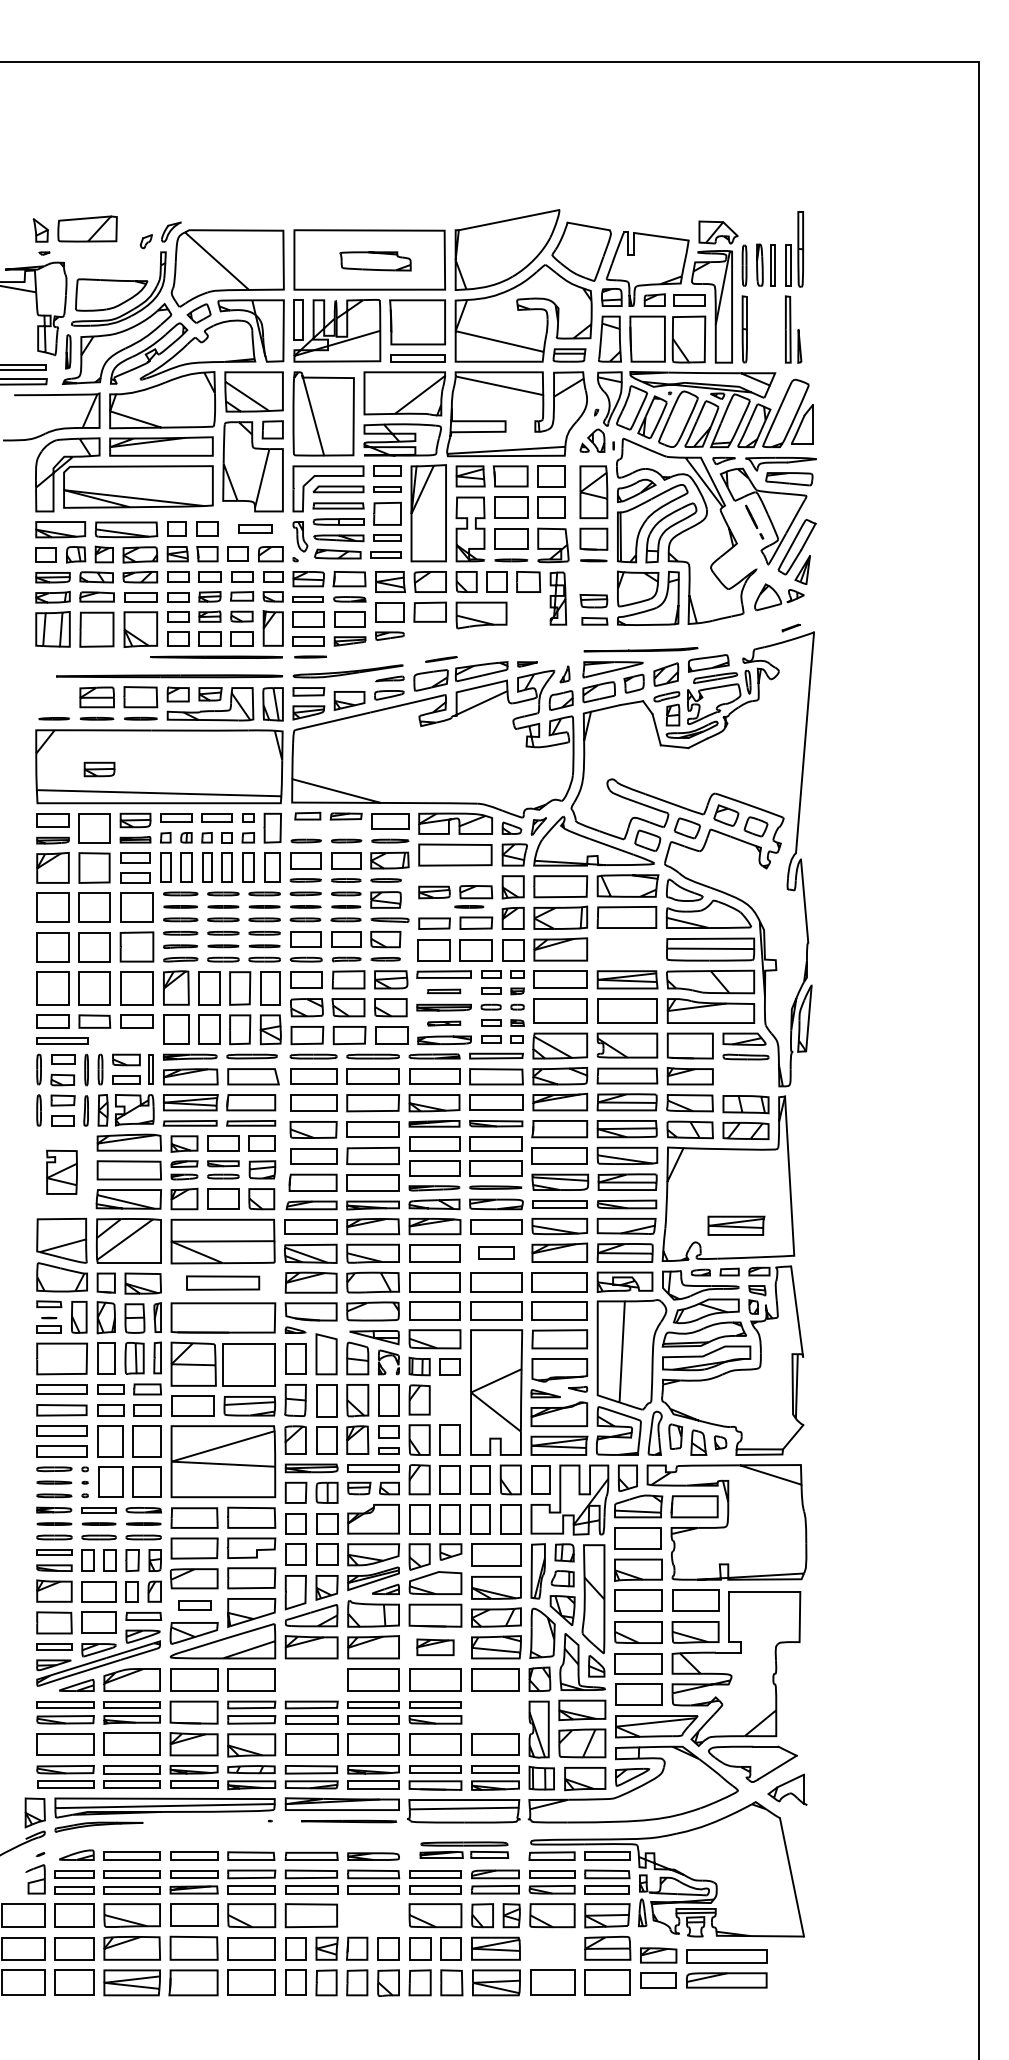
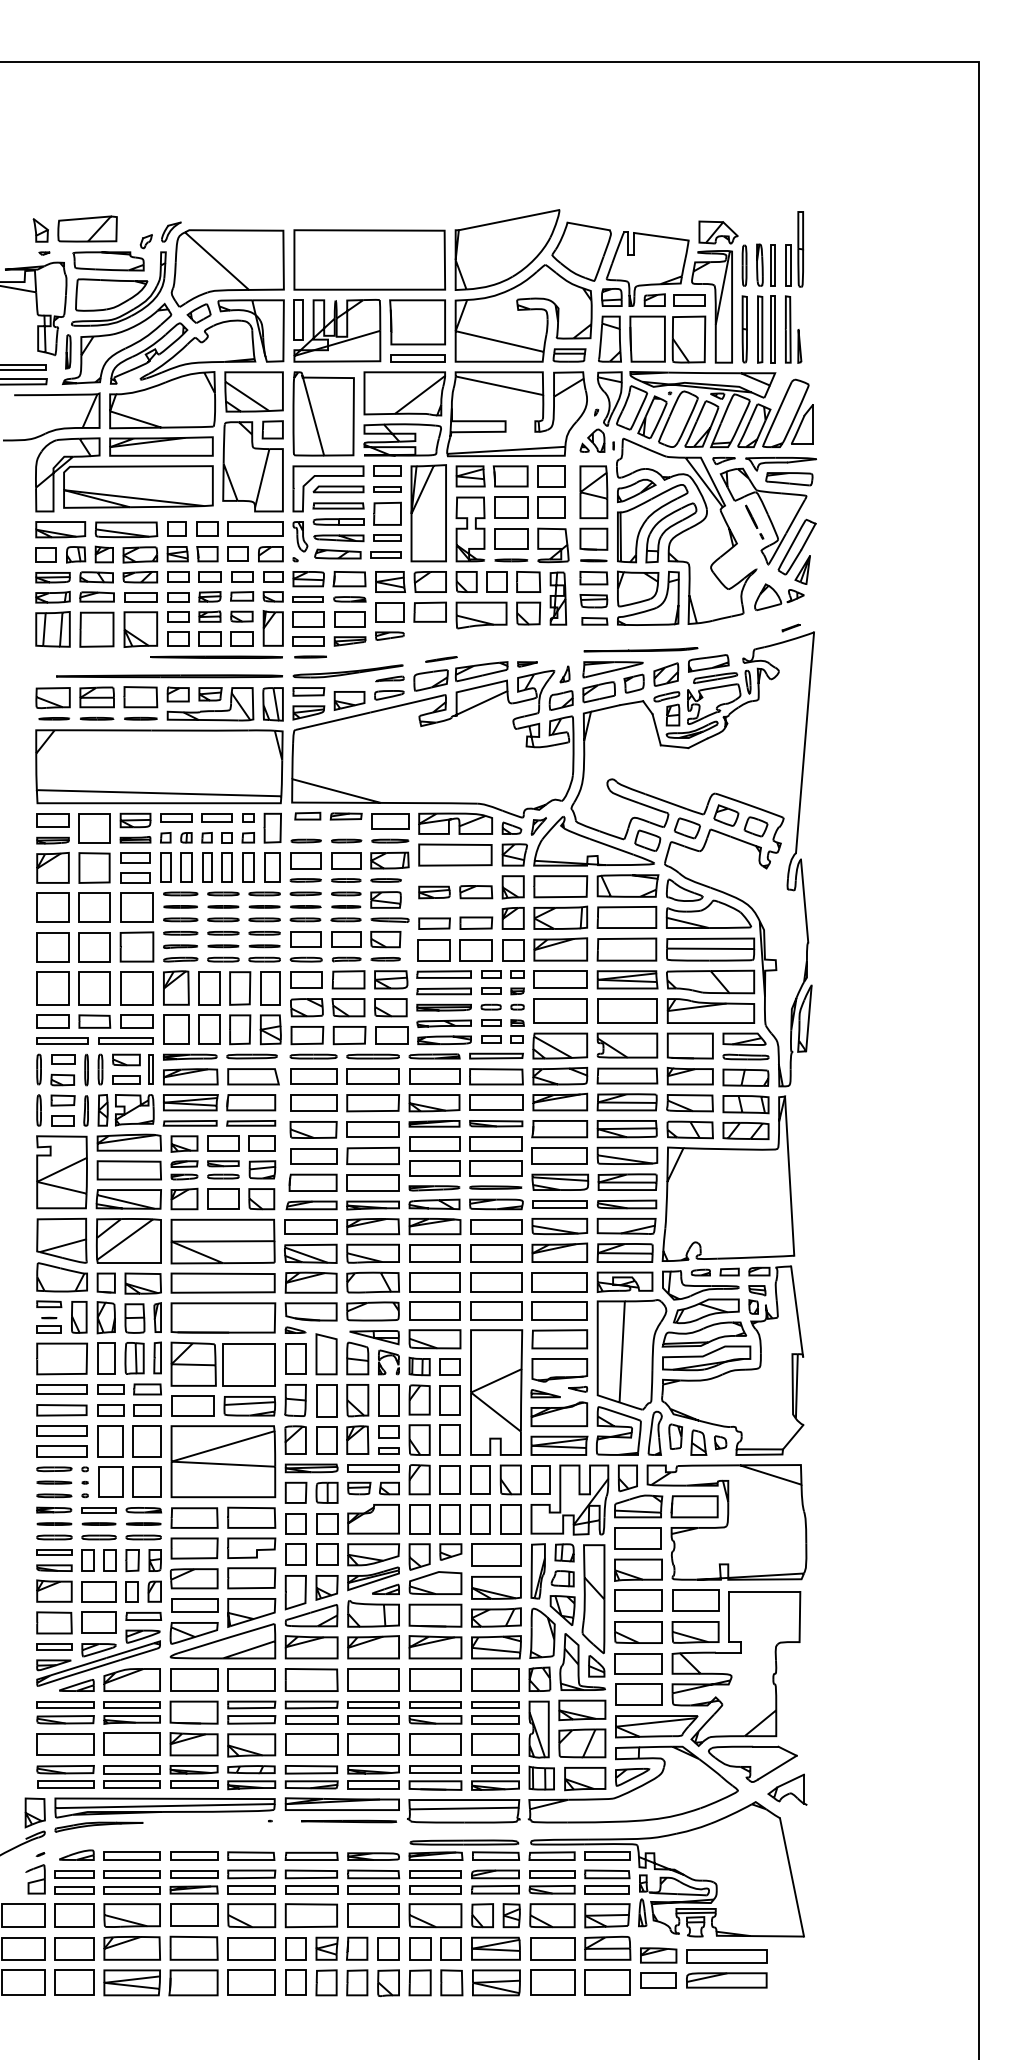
part at (375, 261) position: (375, 261) -> (108, 261)
part at (766, 329): none -> present
part at (255, 528) size: 35x10 px -> 57x16 px
part at (593, 578): none -> present
part at (528, 613): none -> present
part at (52, 698): none -> present
part at (99, 769): present -> none
line at (469, 906): present -> none
part at (626, 949): none -> present
part at (444, 990) size: 35x6 px -> 56x9 px
part at (444, 1023) size: 35x7 px -> 56x9 px
part at (125, 1040): none -> present
part at (745, 1077): none -> present
part at (61, 1171) size: 32x46 px -> 52x75 px
part at (736, 1225): present -> none
part at (496, 1252) size: 37x14 px -> 53x19 px
part at (223, 1282) size: 75x16 px -> 106x22 px
part at (449, 1400): none -> present
part at (194, 1605) size: 34x11 px -> 48x15 px
part at (435, 1646) size: 39x18 px -> 55x25 px
part at (311, 1679): none -> present
part at (495, 1712): none -> present
part at (464, 1849) size: 91x18 px -> 113x22 px
part at (373, 1915): none -> present
part at (552, 1948): none -> present
